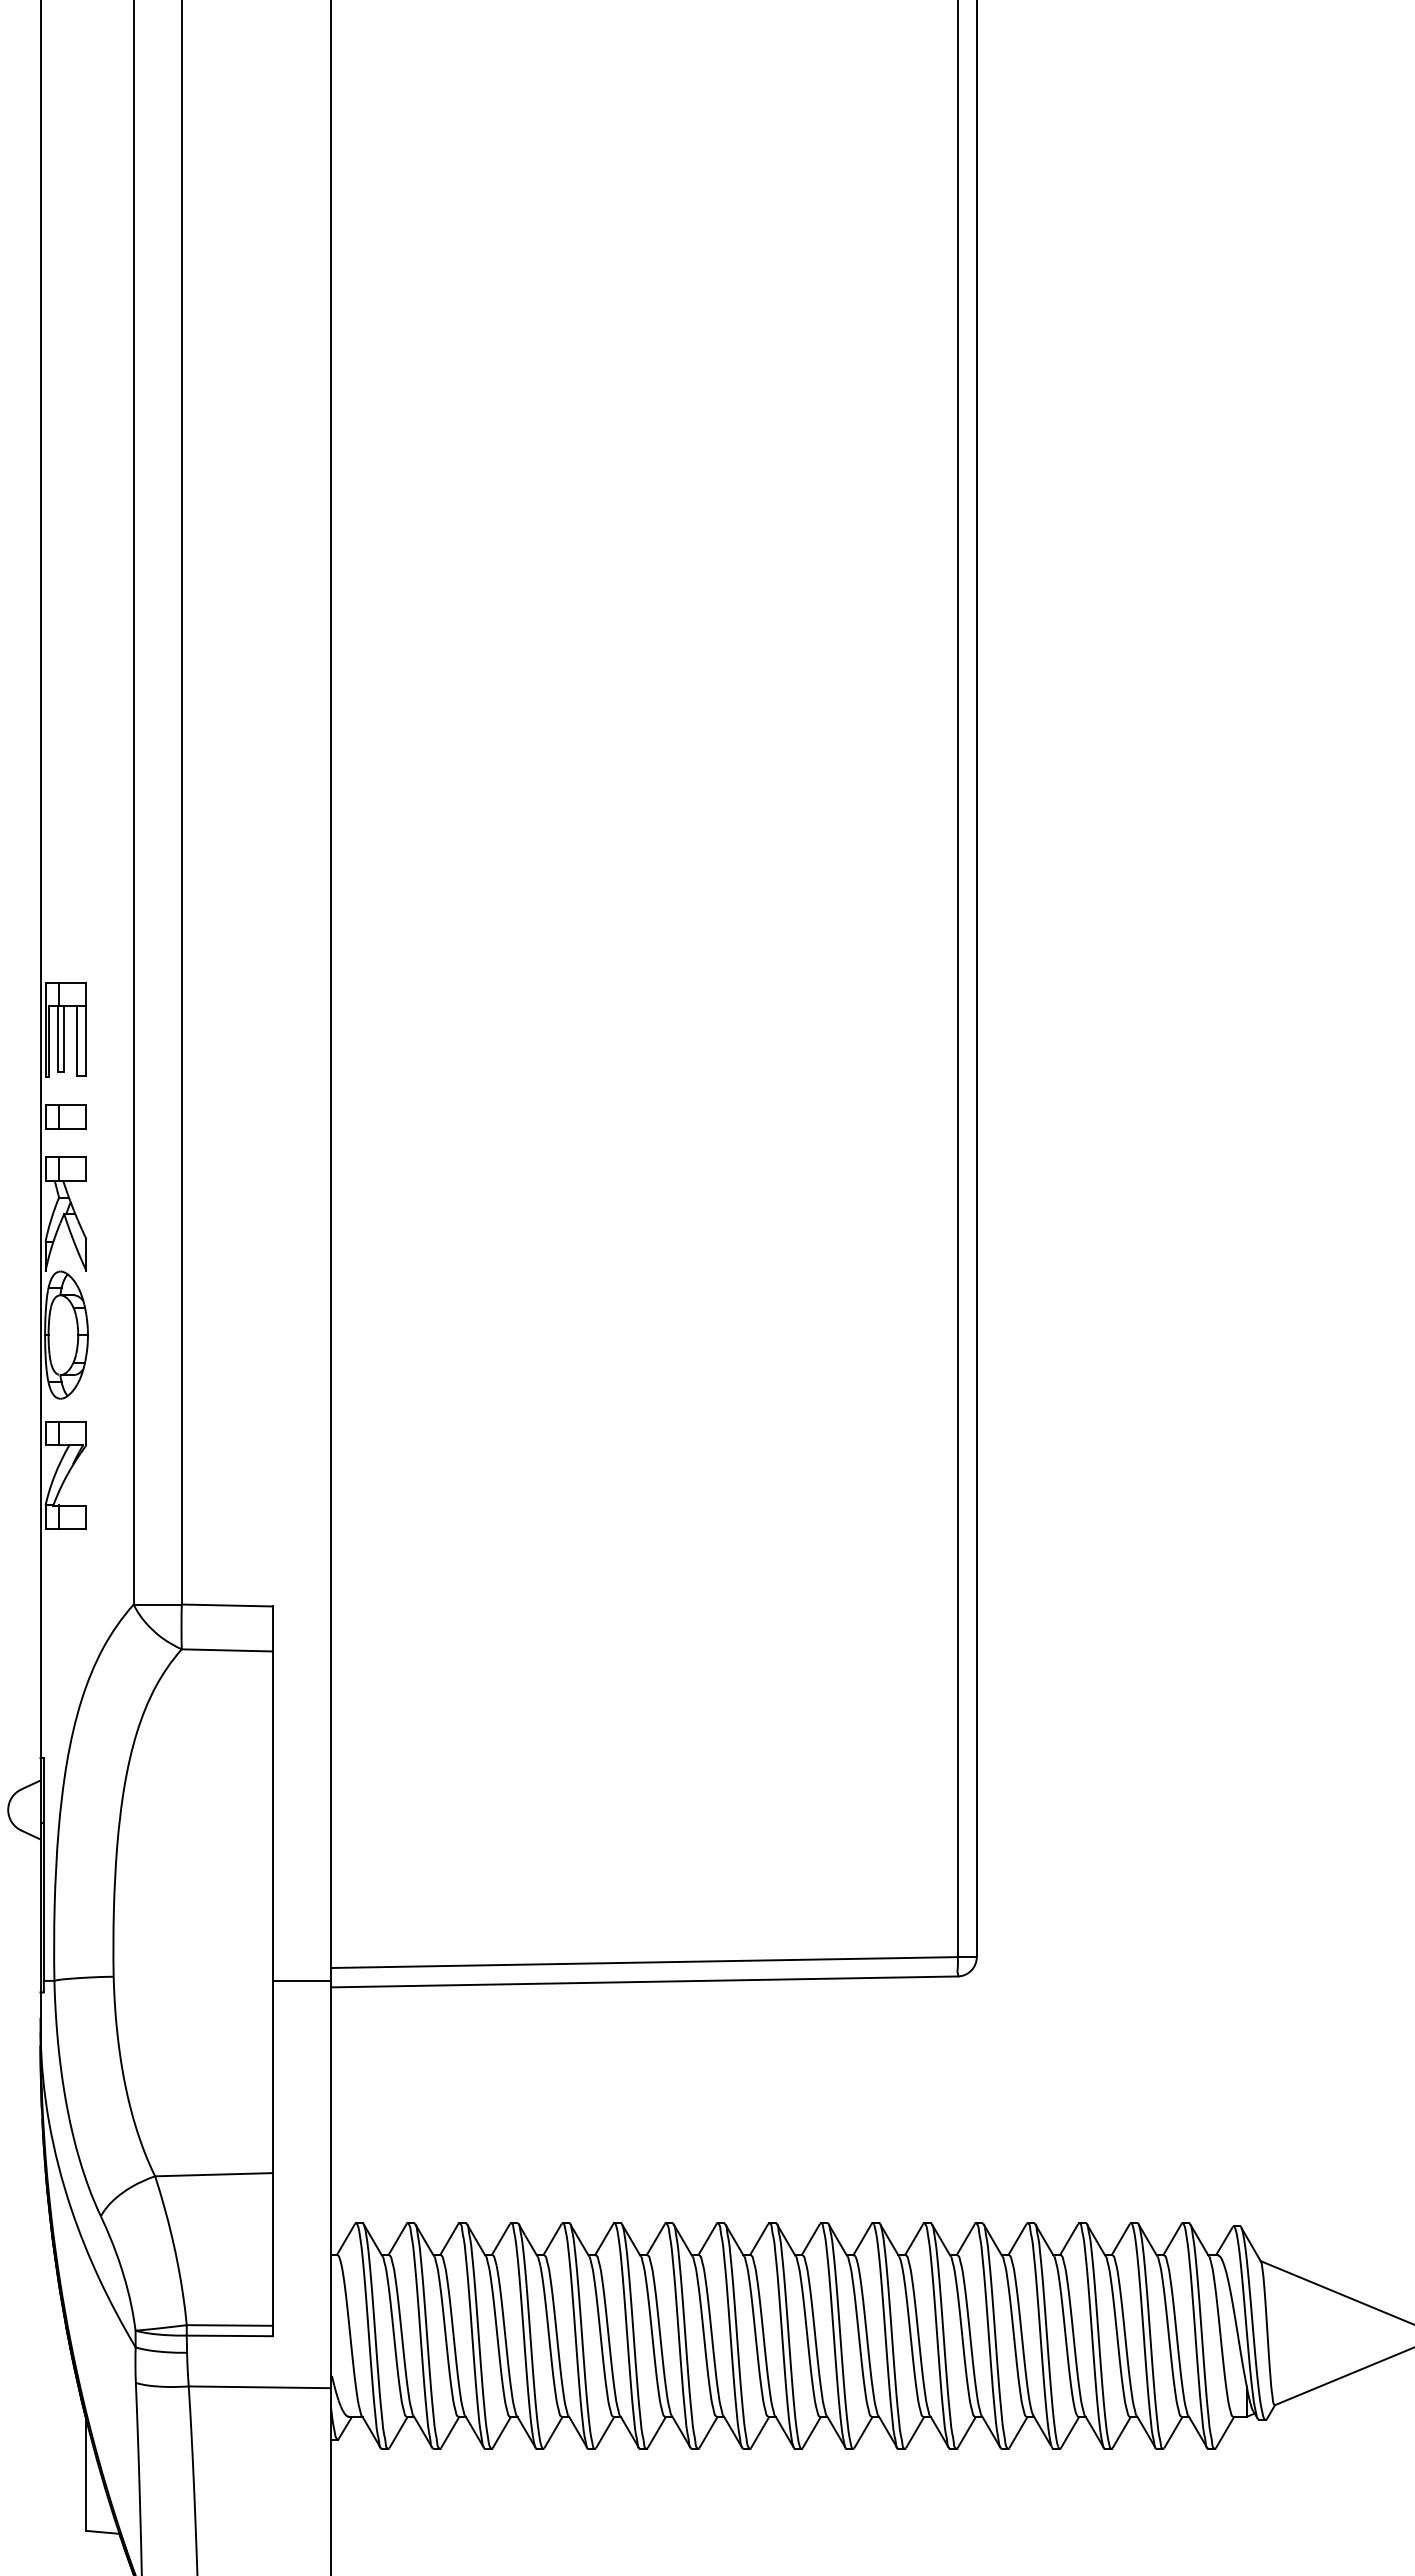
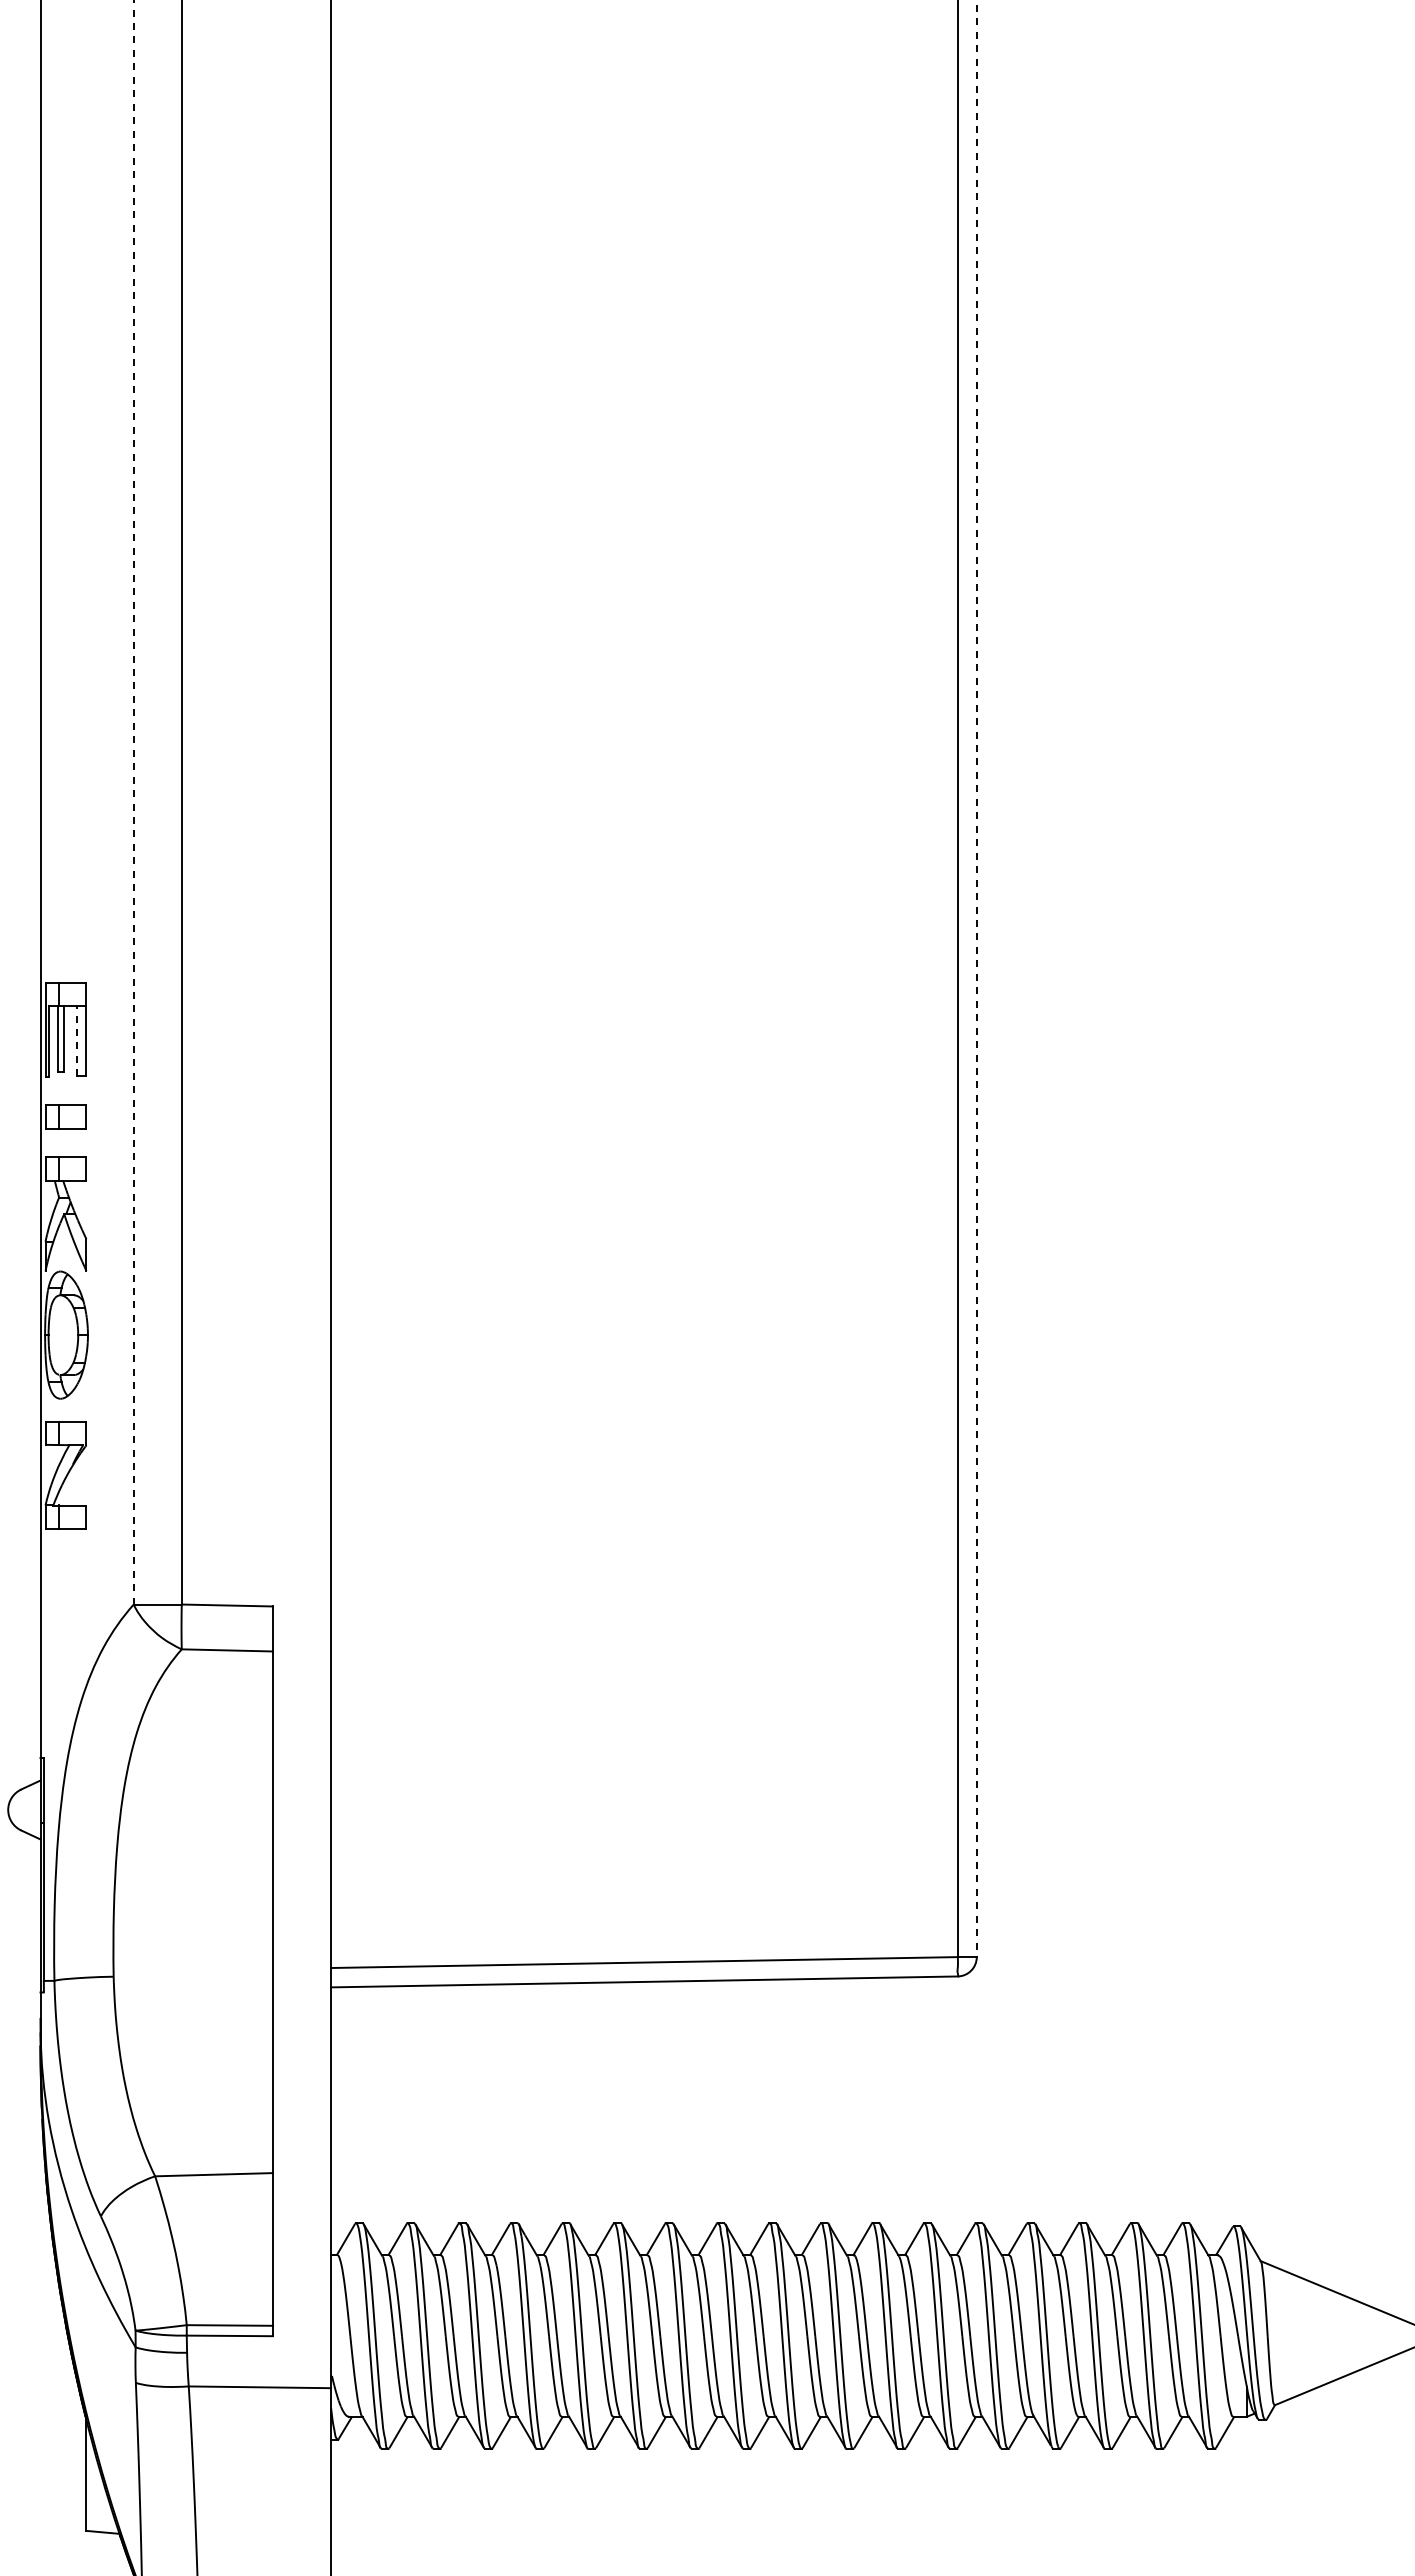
line at (133, 802): solid -> dashed
line at (976, 979): solid -> dashed
line at (76, 1041): solid -> dashed
line at (301, 1980): present -> none
